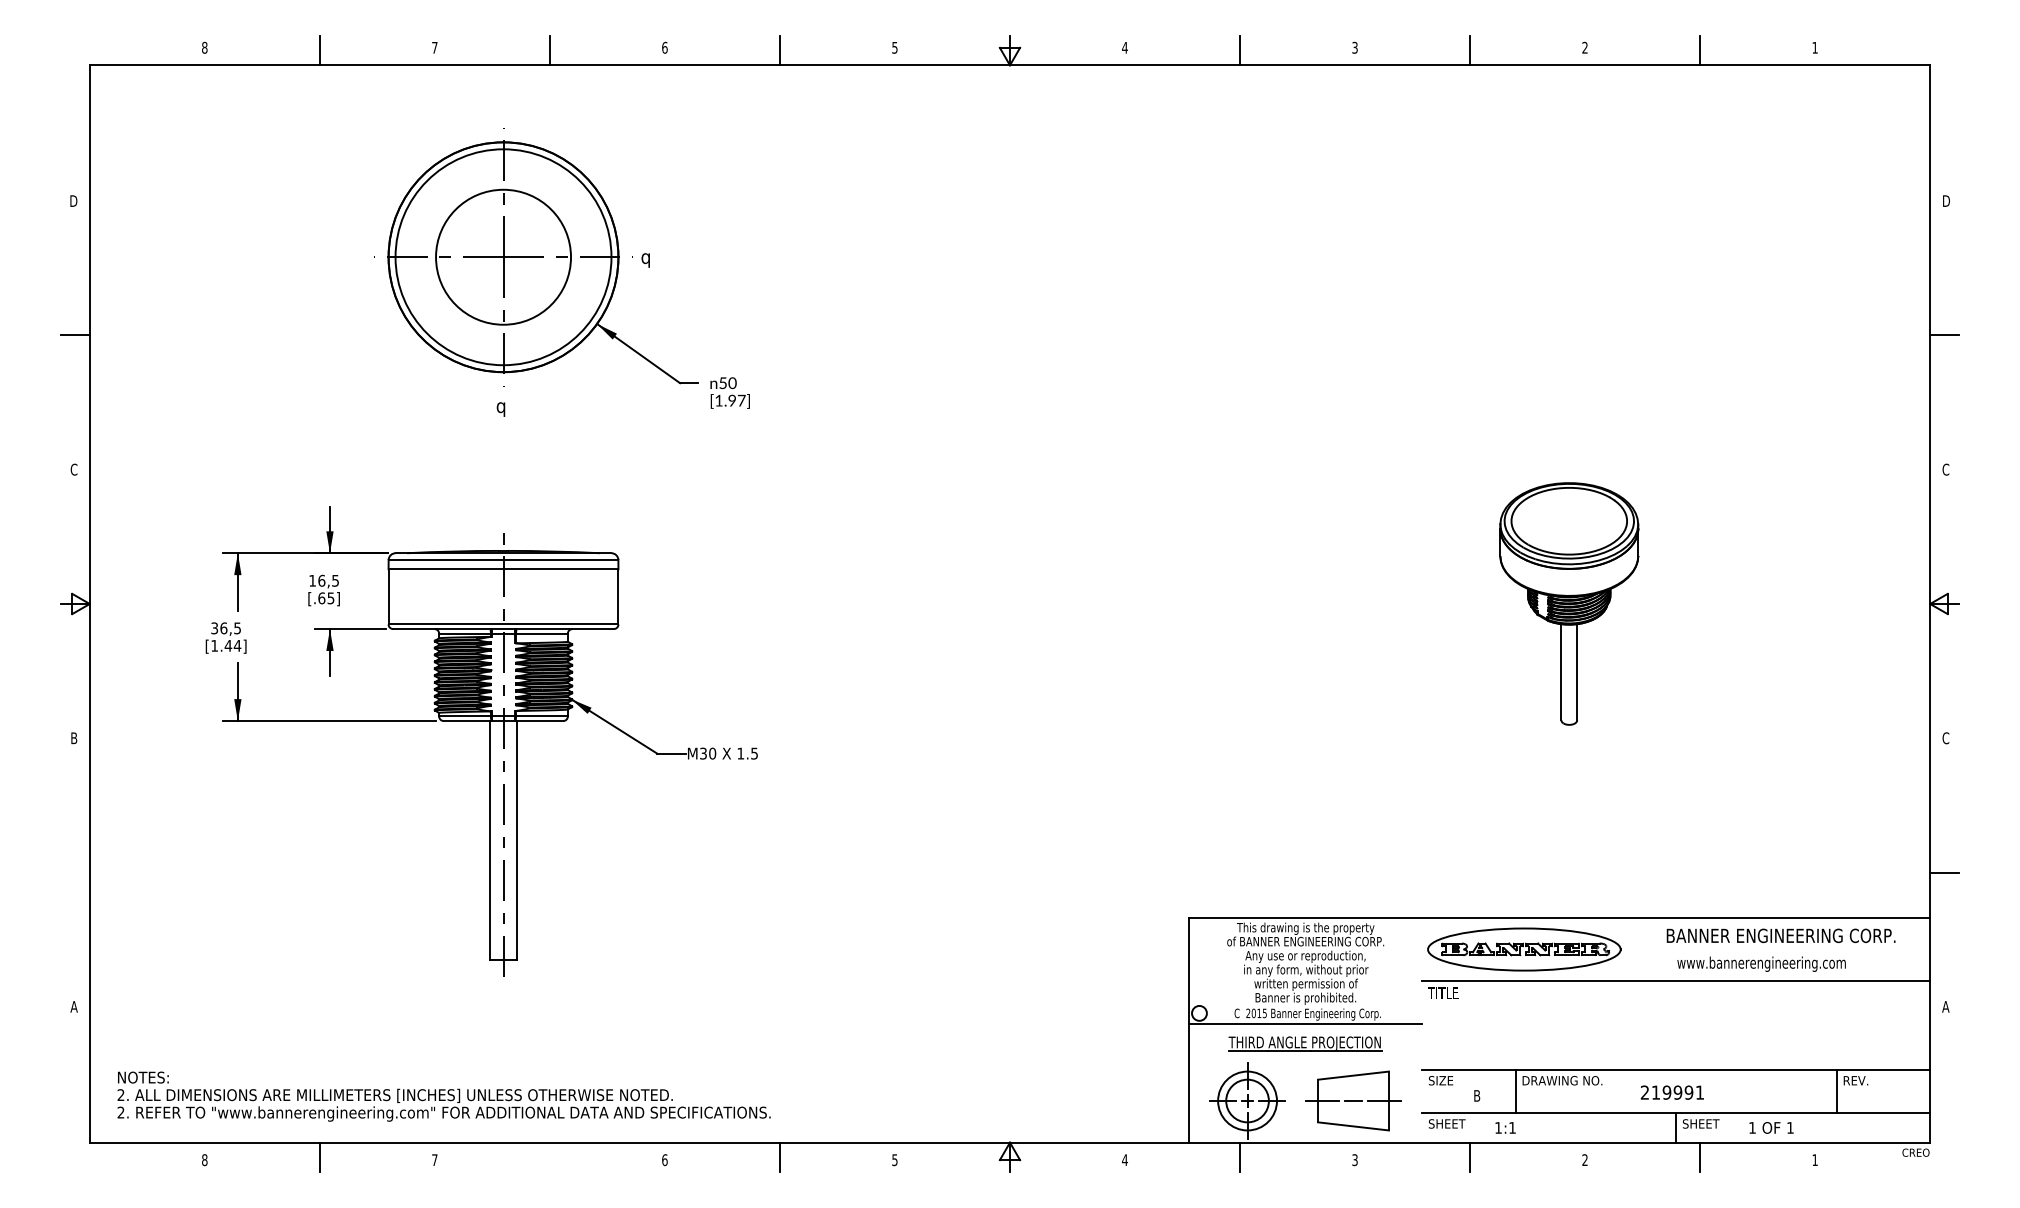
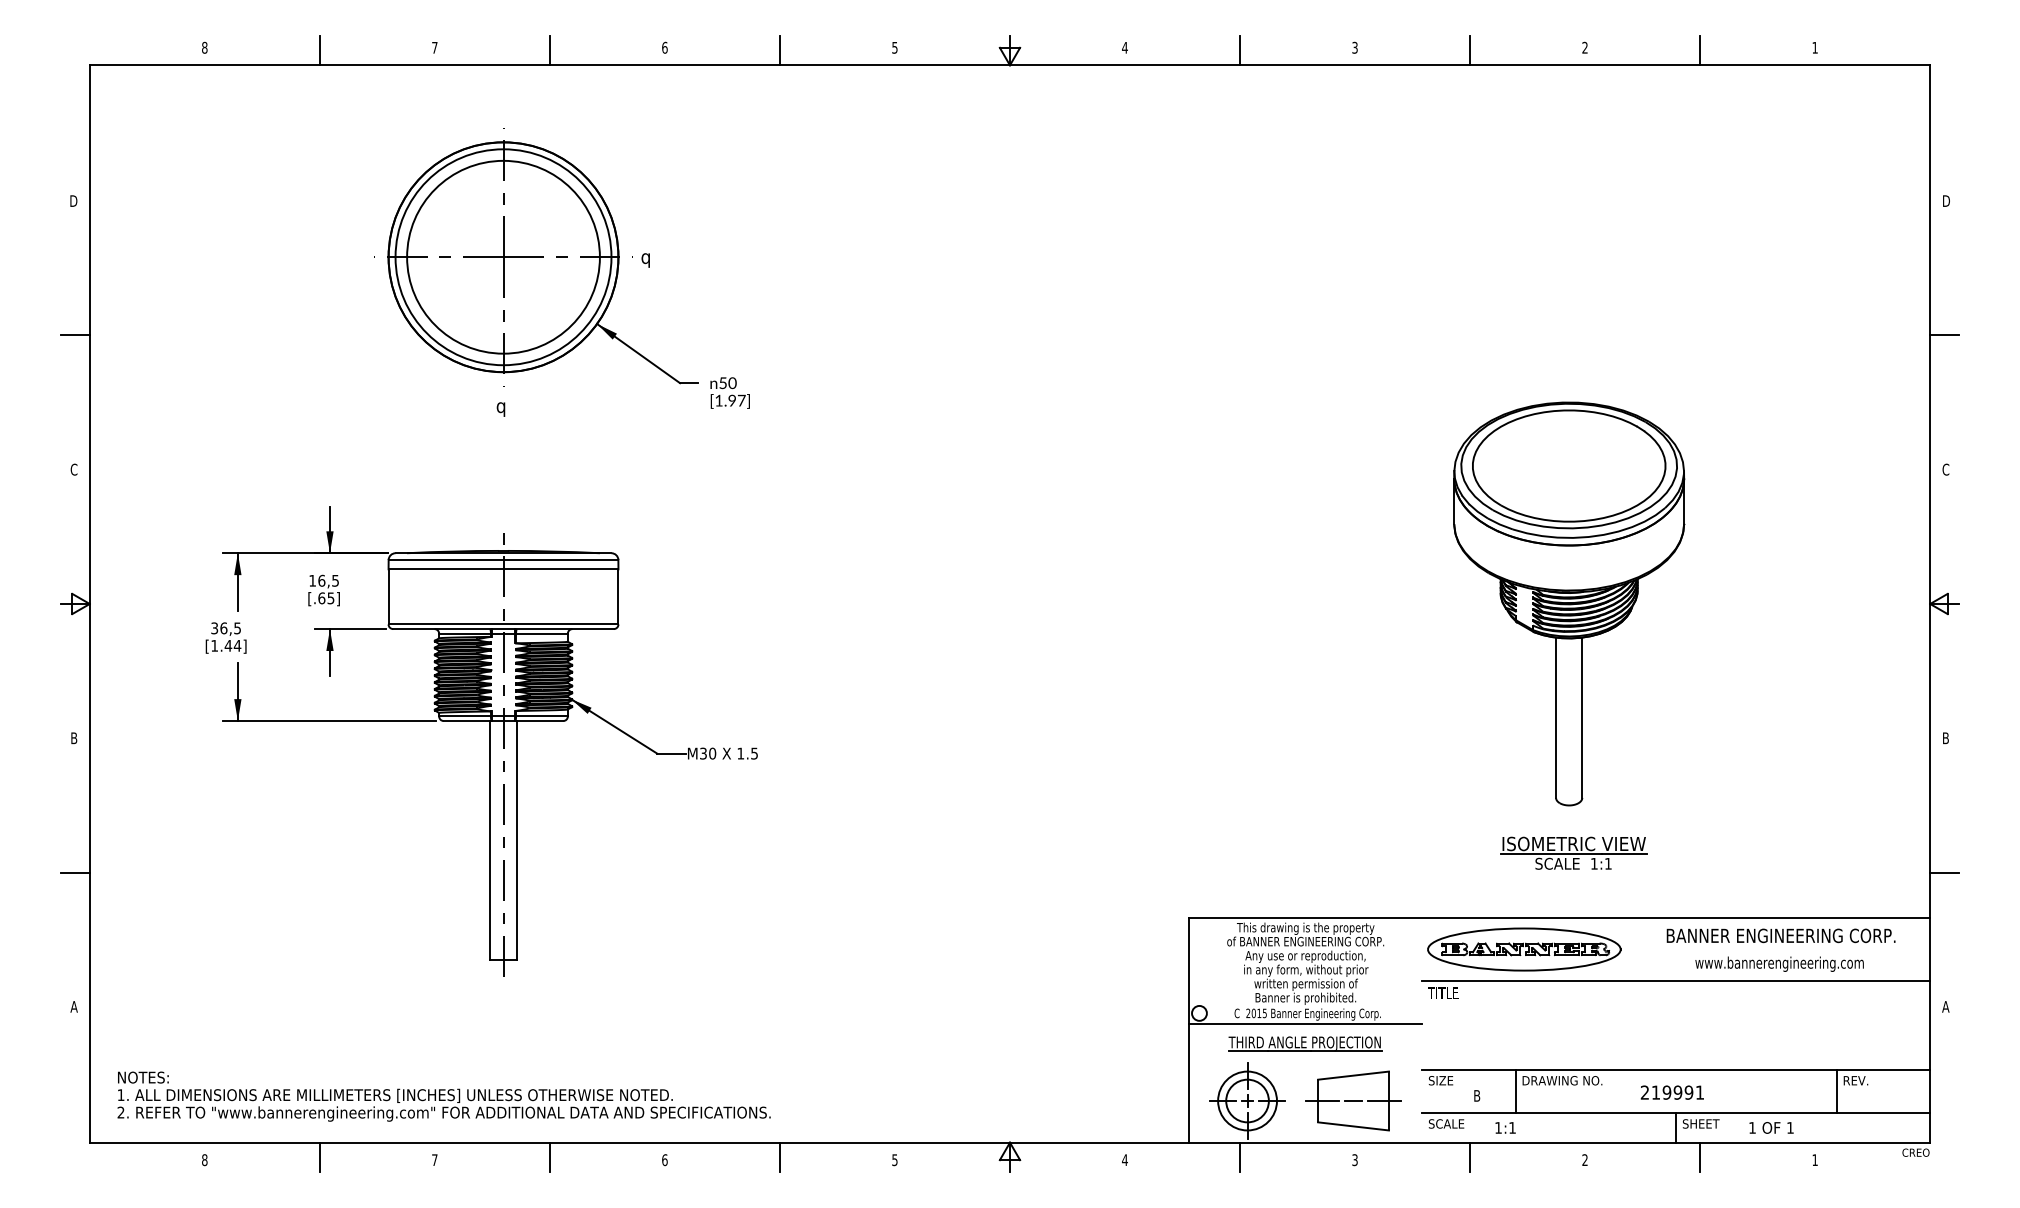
circle at (503, 256) diameter: 135 px -> 193 px
part at (1569, 603) size: 141x244 px -> 233x406 px
text at (1945, 738): C -> B
part at (1573, 852): none -> present
line at (74, 872): none -> present
text at (1761, 963) position: (1761, 963) -> (1779, 963)
text at (120, 1094): 2. -> 1.
text at (1450, 1123): SHEET -> SCALE
line at (549, 1156): none -> present
